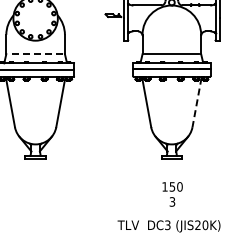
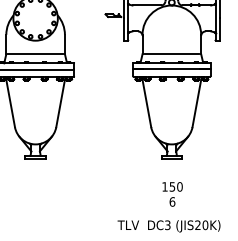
line at (35, 54): dashed -> solid
line at (196, 102): dashed -> solid
text at (172, 201): 3 -> 6
